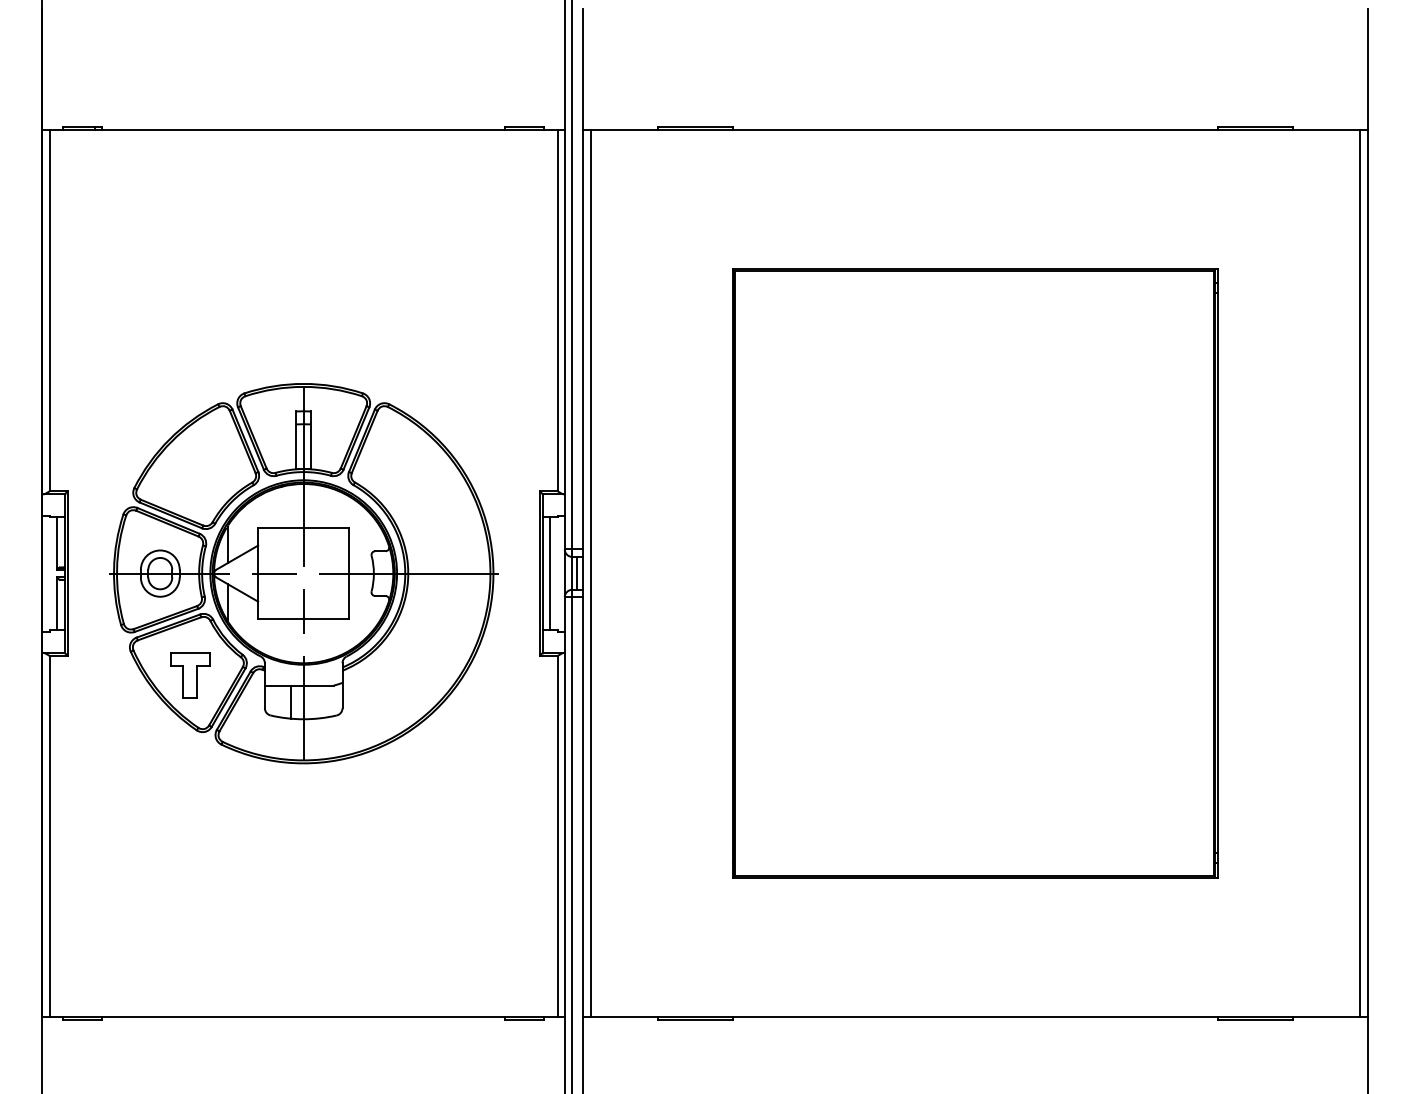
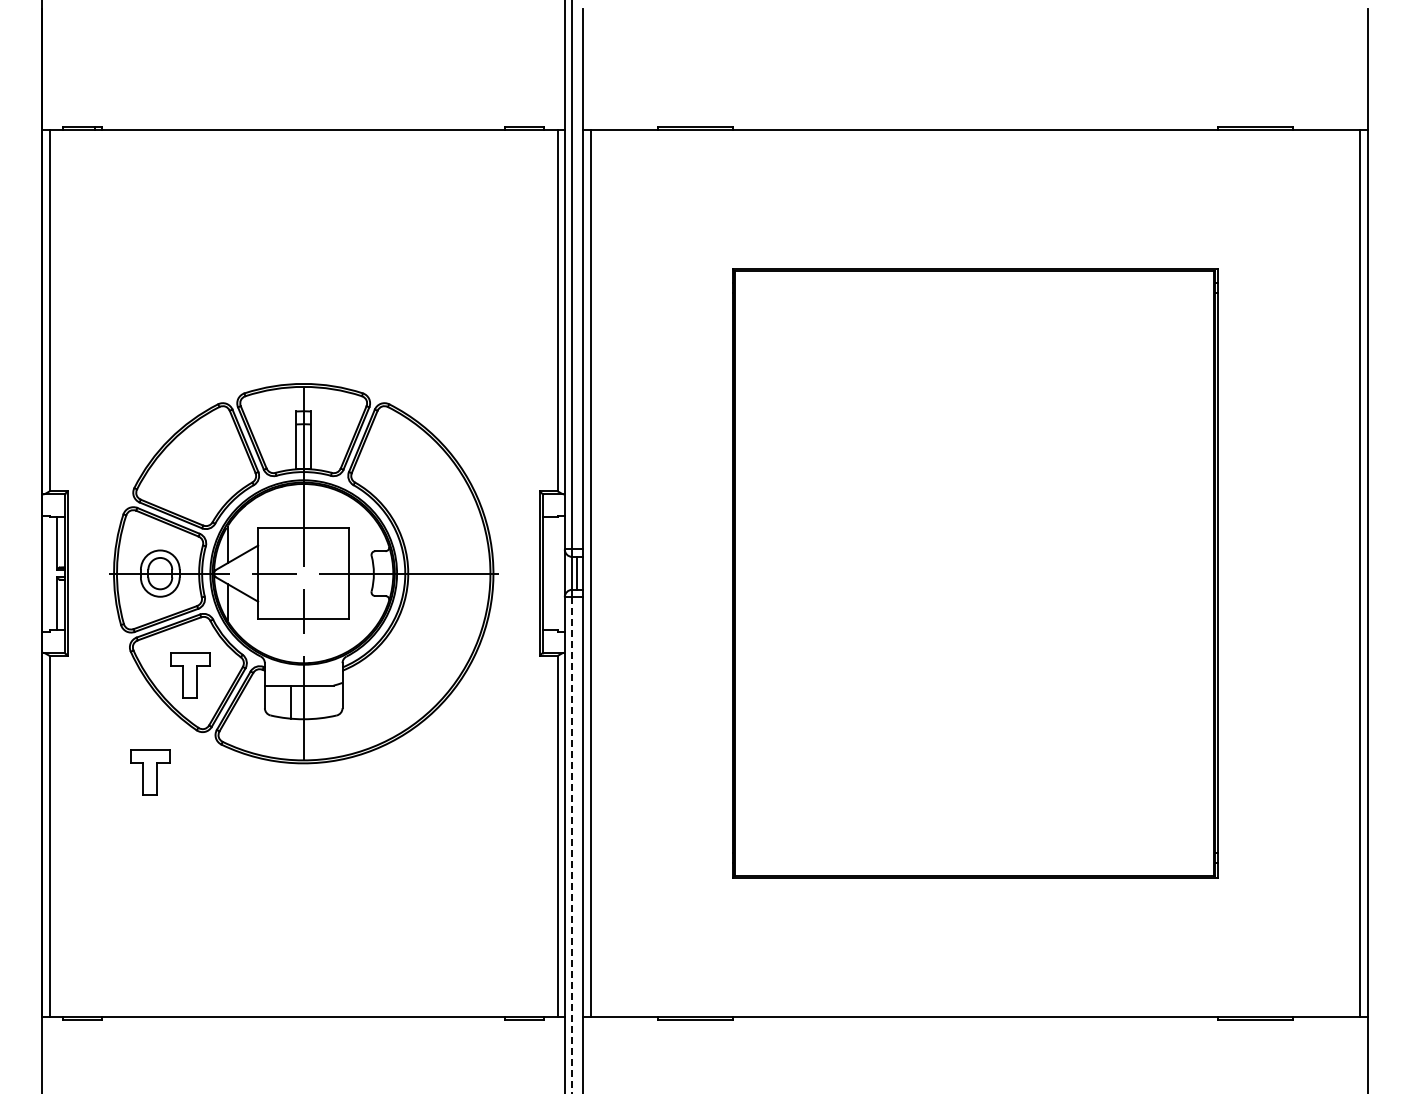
line at (550, 573): present -> none
part at (150, 772): none -> present
line at (572, 846): solid -> dashed
